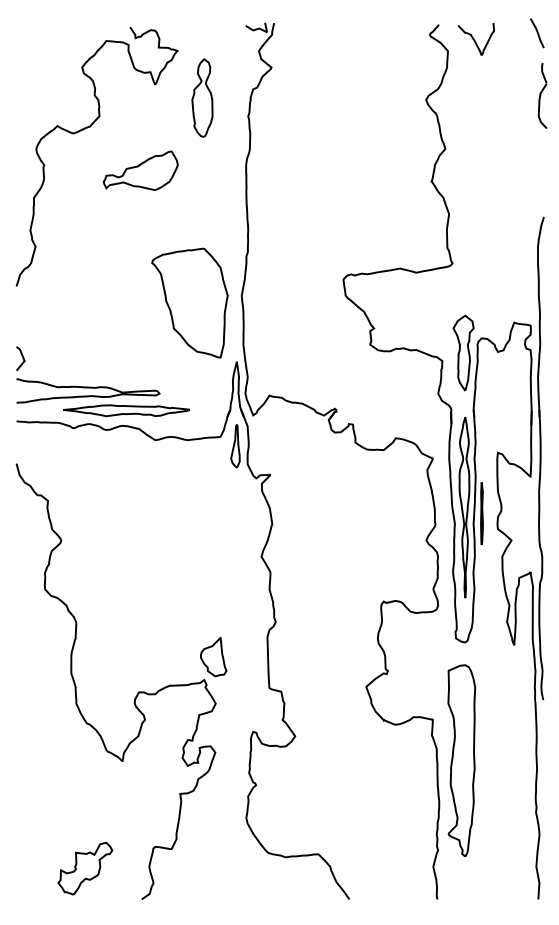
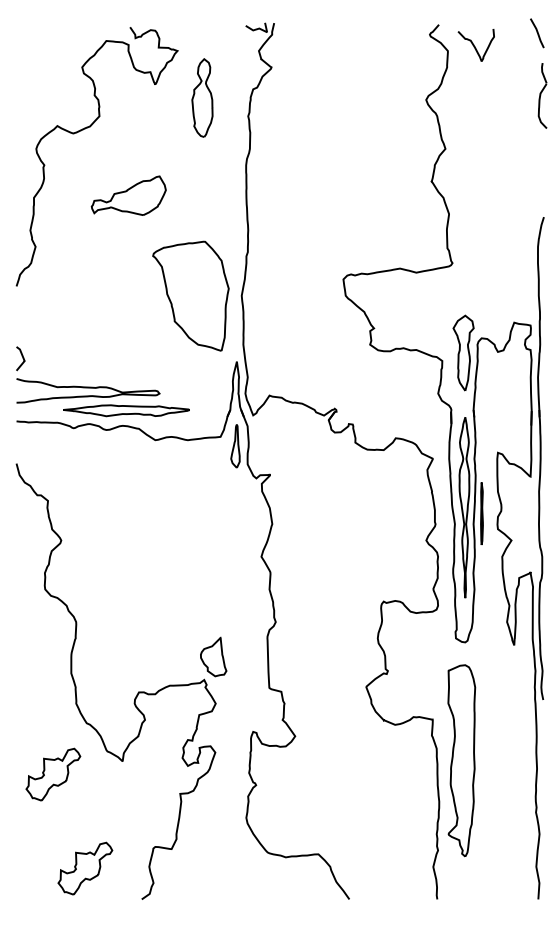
curve at (474, 39) position: (474, 39) -> (474, 45)
part at (140, 170) position: (140, 170) -> (128, 195)
part at (189, 302) position: (189, 302) -> (190, 295)
part at (53, 774): none -> present
